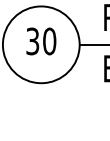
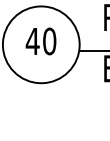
text at (32, 41): 30 -> 40
line at (92, 44) position: (92, 44) -> (92, 50)
